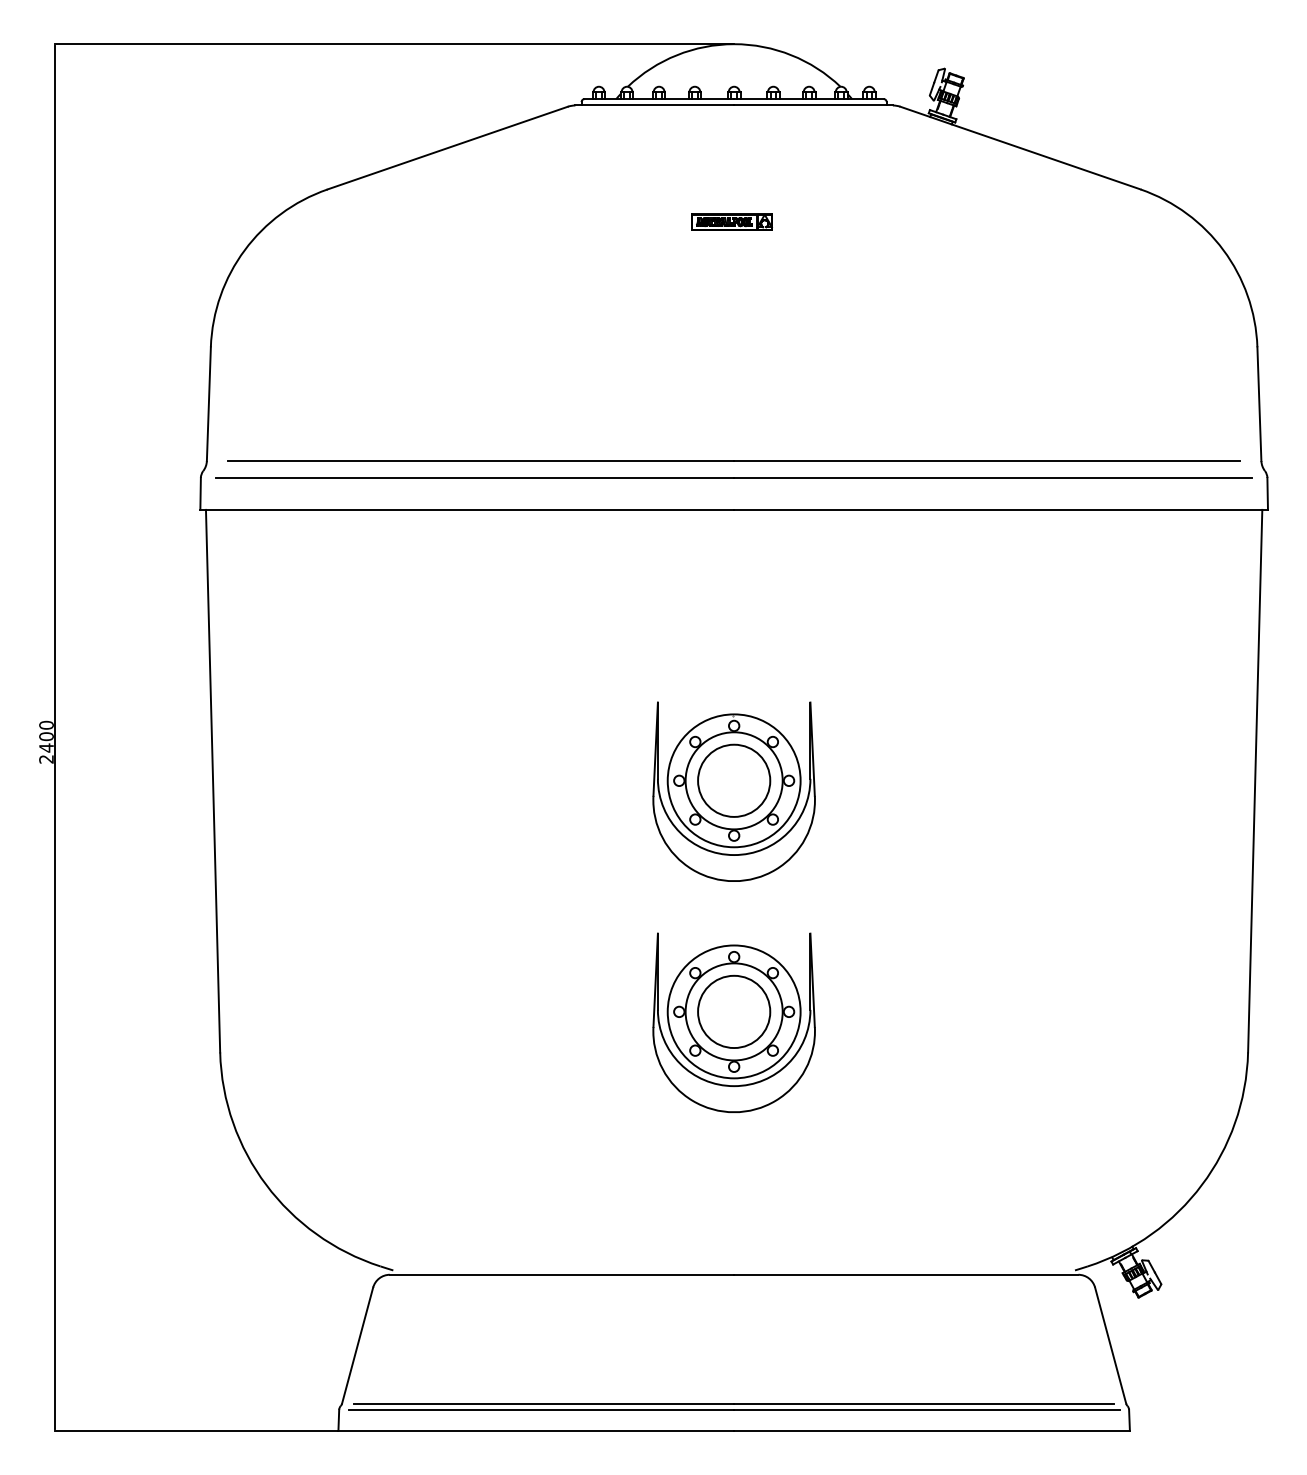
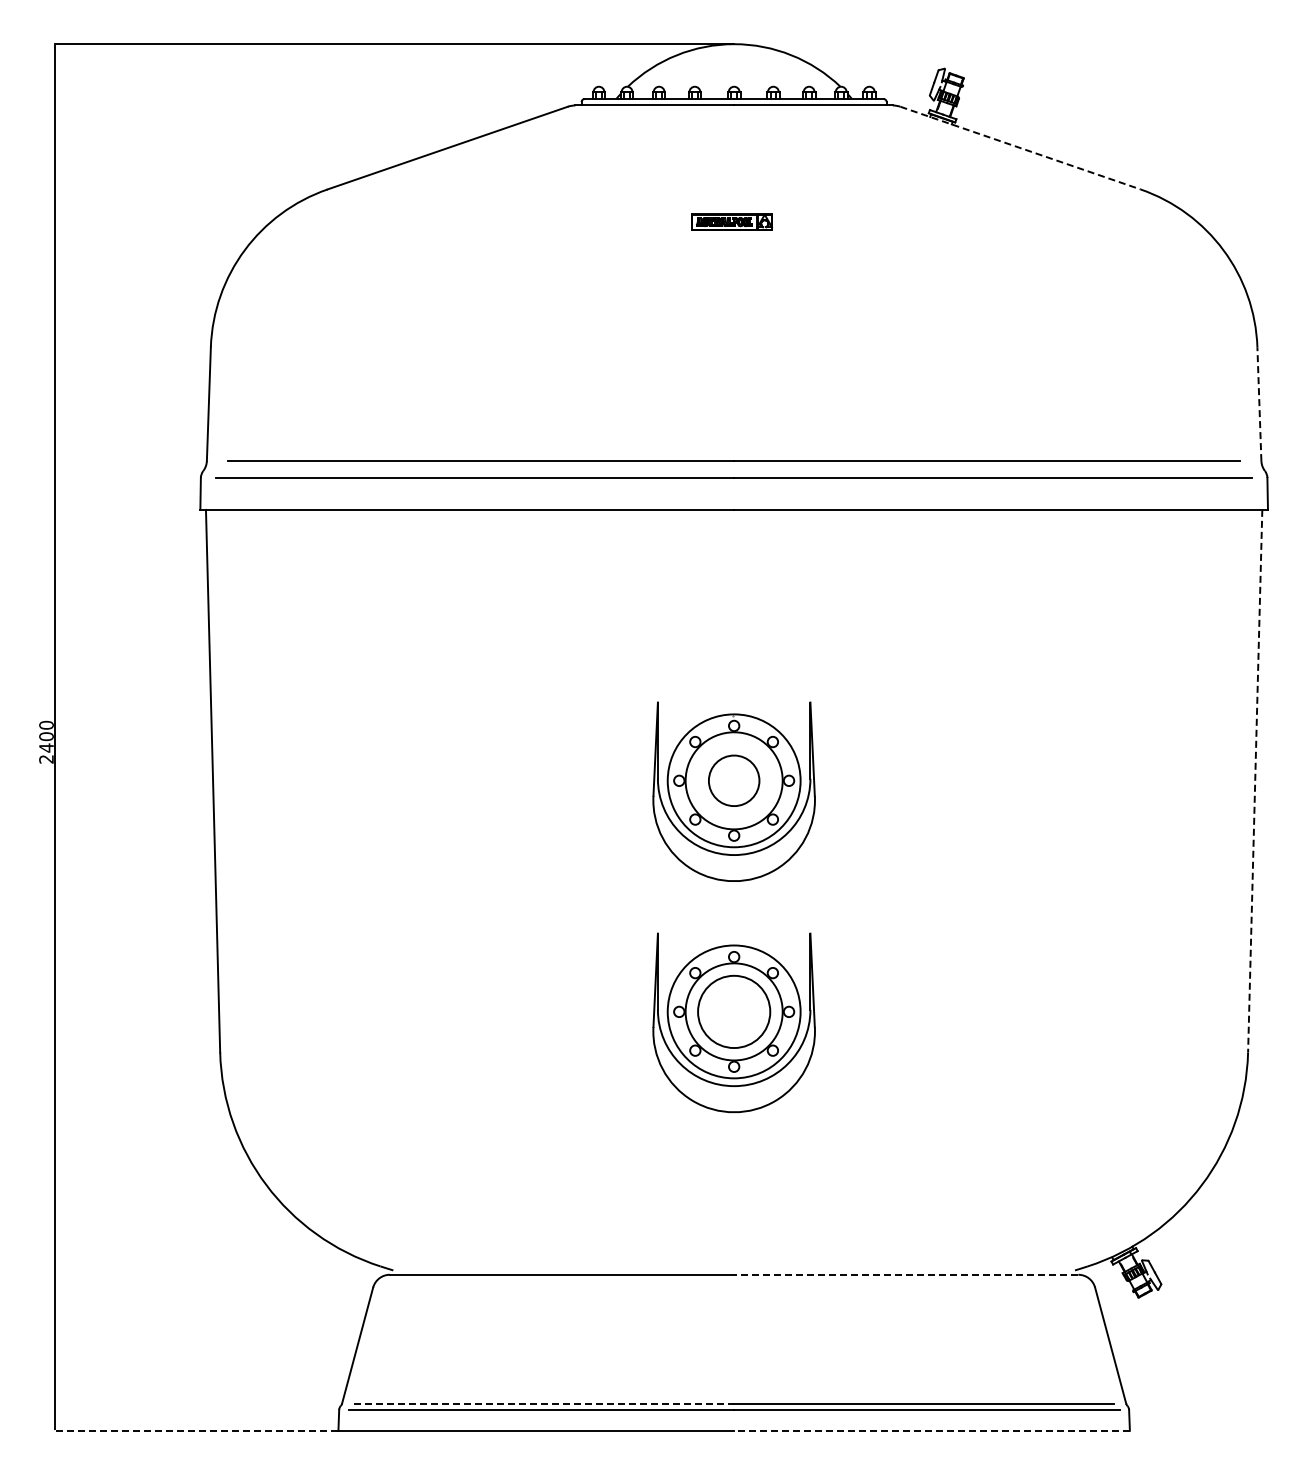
line at (1021, 148): solid -> dashed
line at (1259, 404): solid -> dashed
circle at (734, 780) diameter: 72 px -> 51 px
line at (1255, 781): solid -> dashed
line at (905, 1274): solid -> dashed
line at (544, 1403): solid -> dashed
line at (196, 1430): solid -> dashed
line at (932, 1430): solid -> dashed
